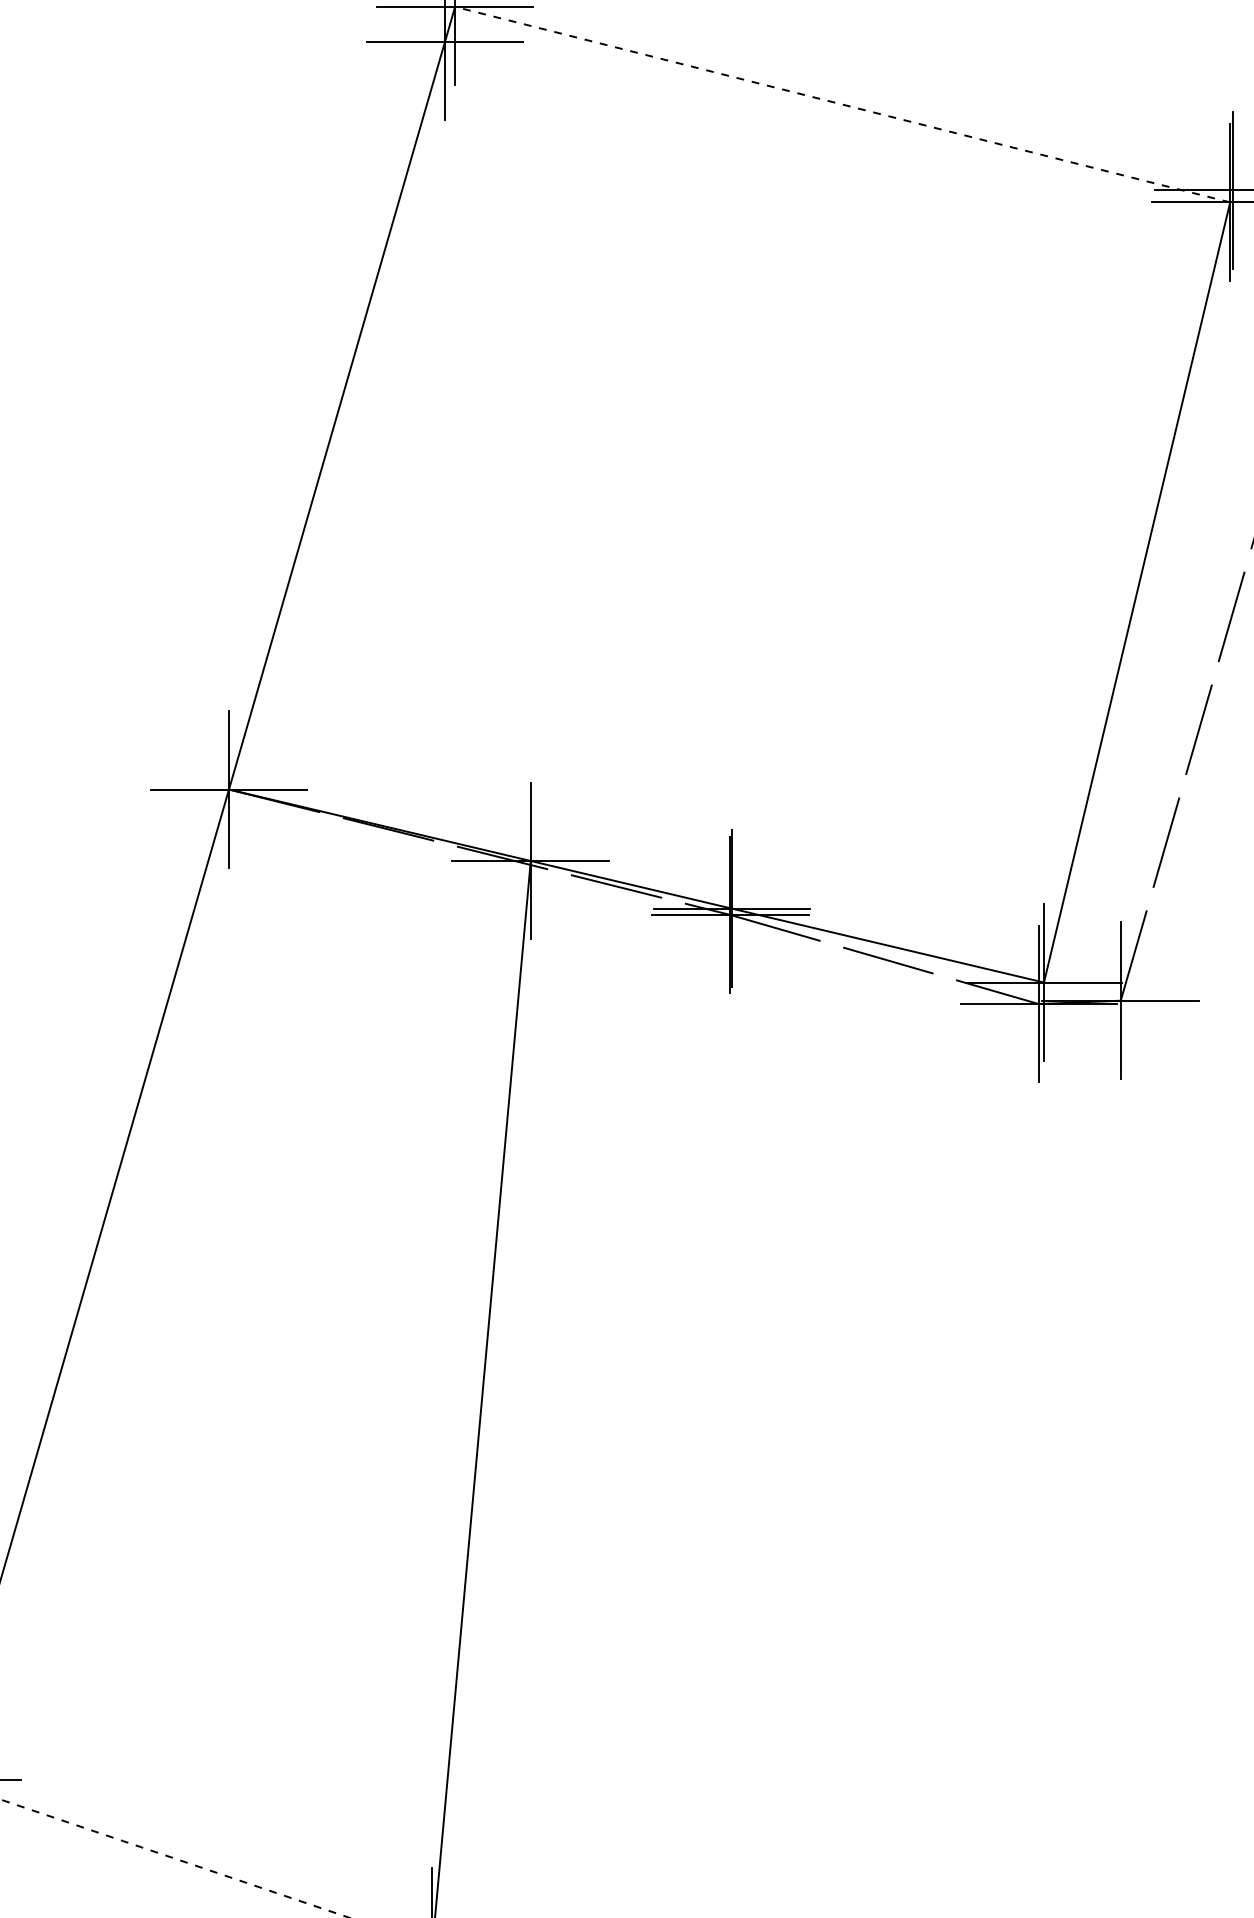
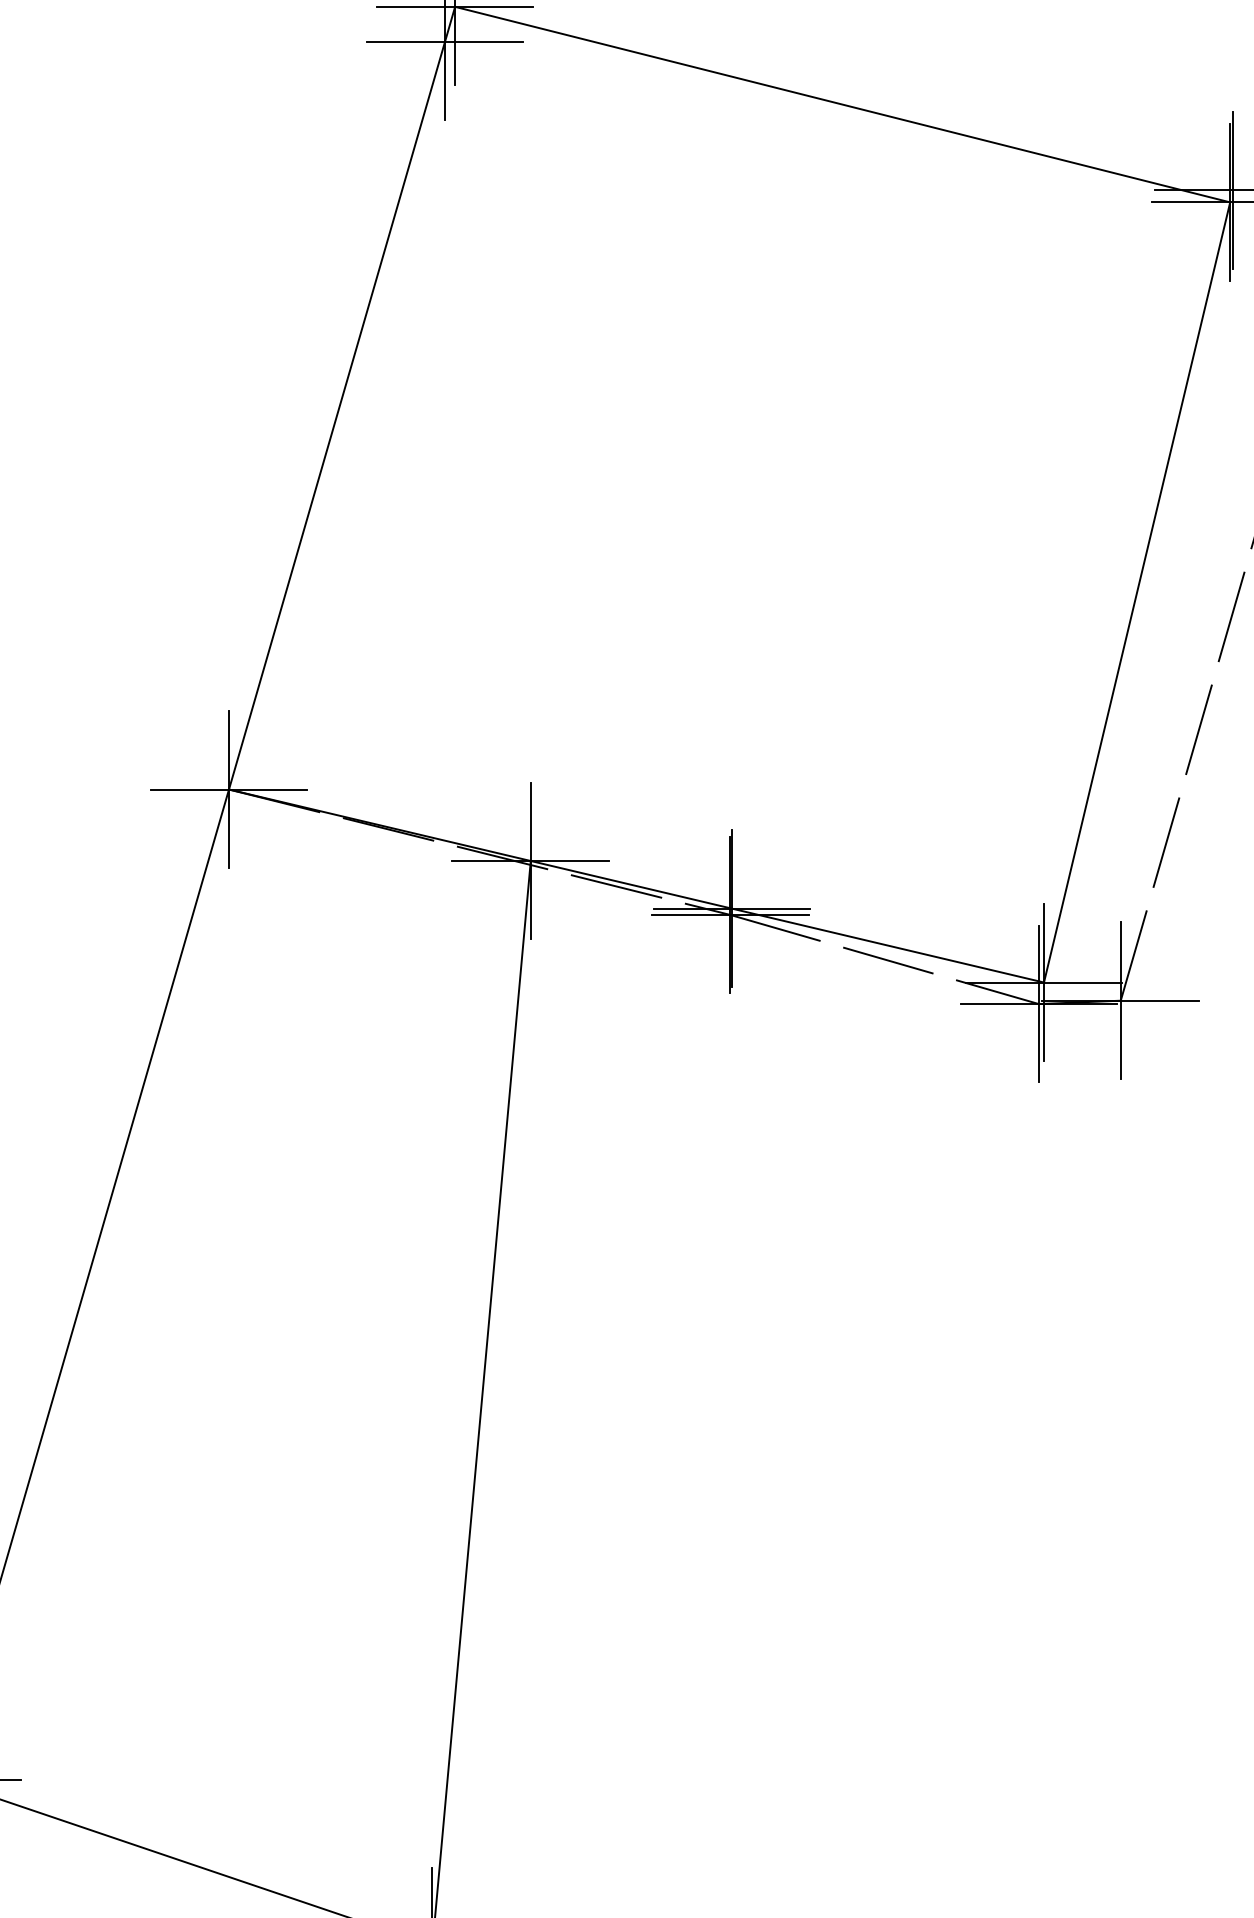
line at (842, 104): dashed -> solid
line at (175, 1858): dashed -> solid
